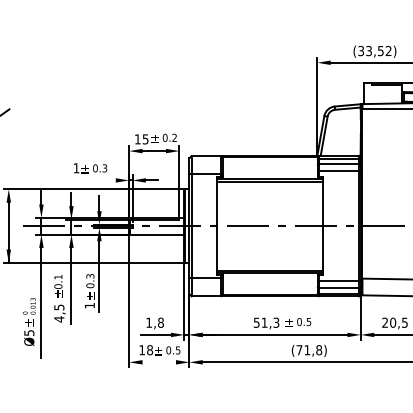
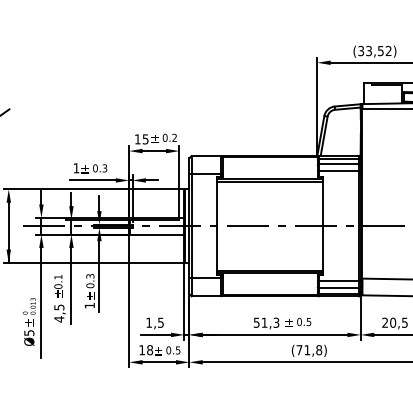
line at (92, 180): none -> present
text at (160, 322): 1,8 -> 1,5
line at (158, 362): none -> present
